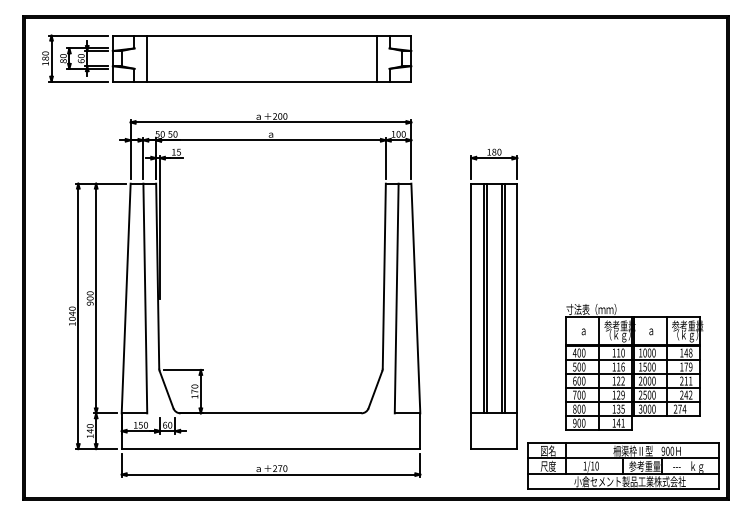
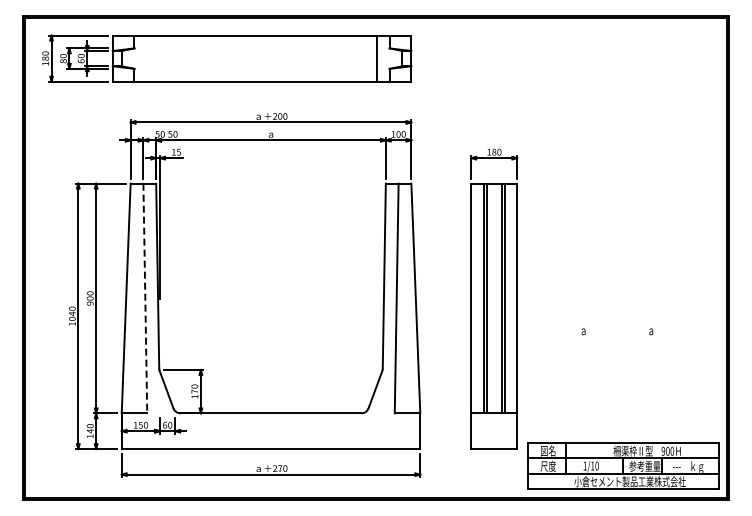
line at (147, 58): present -> none
line at (145, 298): solid -> dashed
part at (634, 367): present -> none
